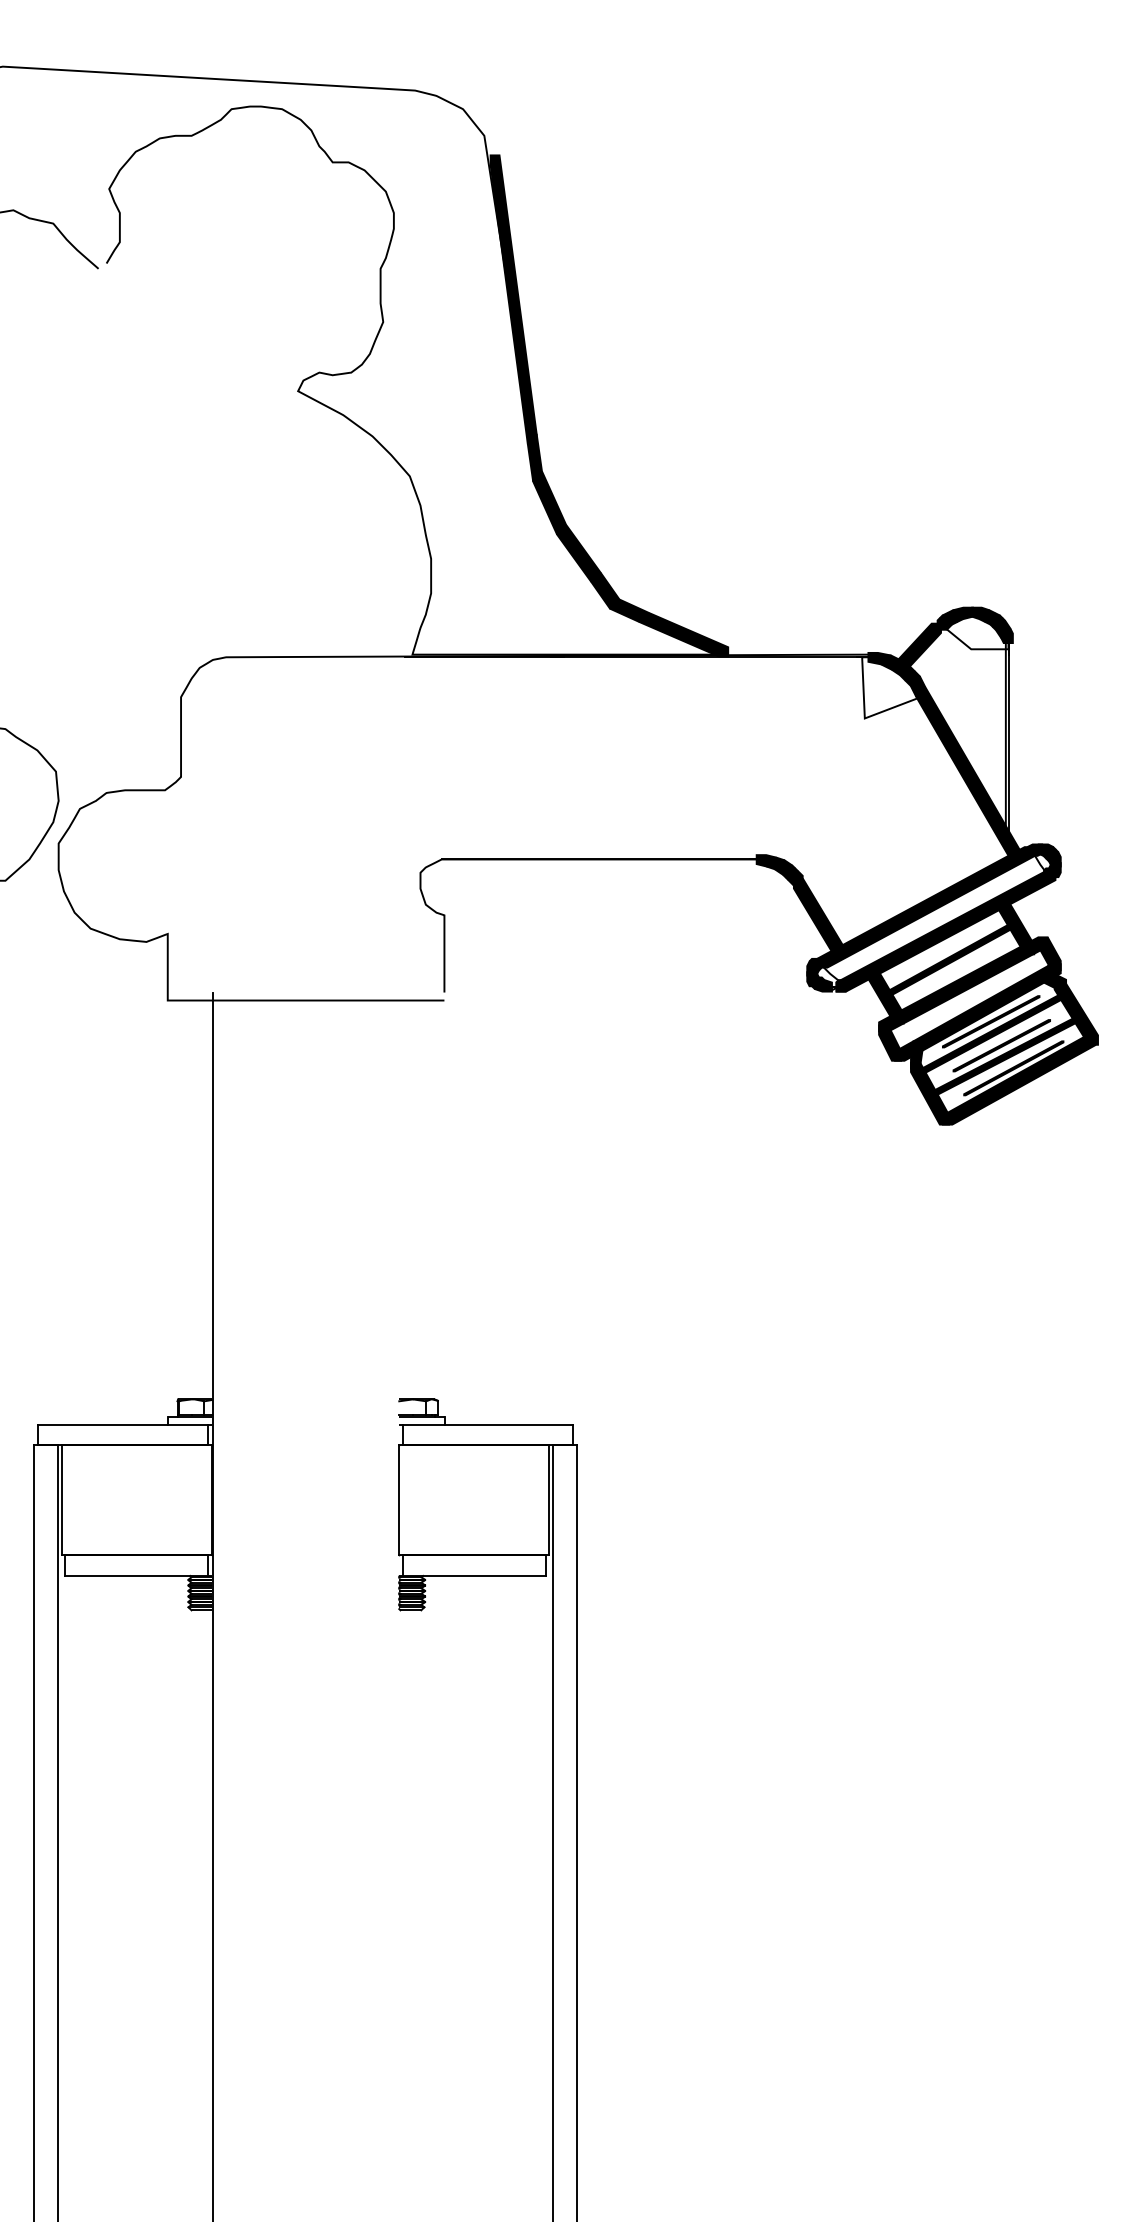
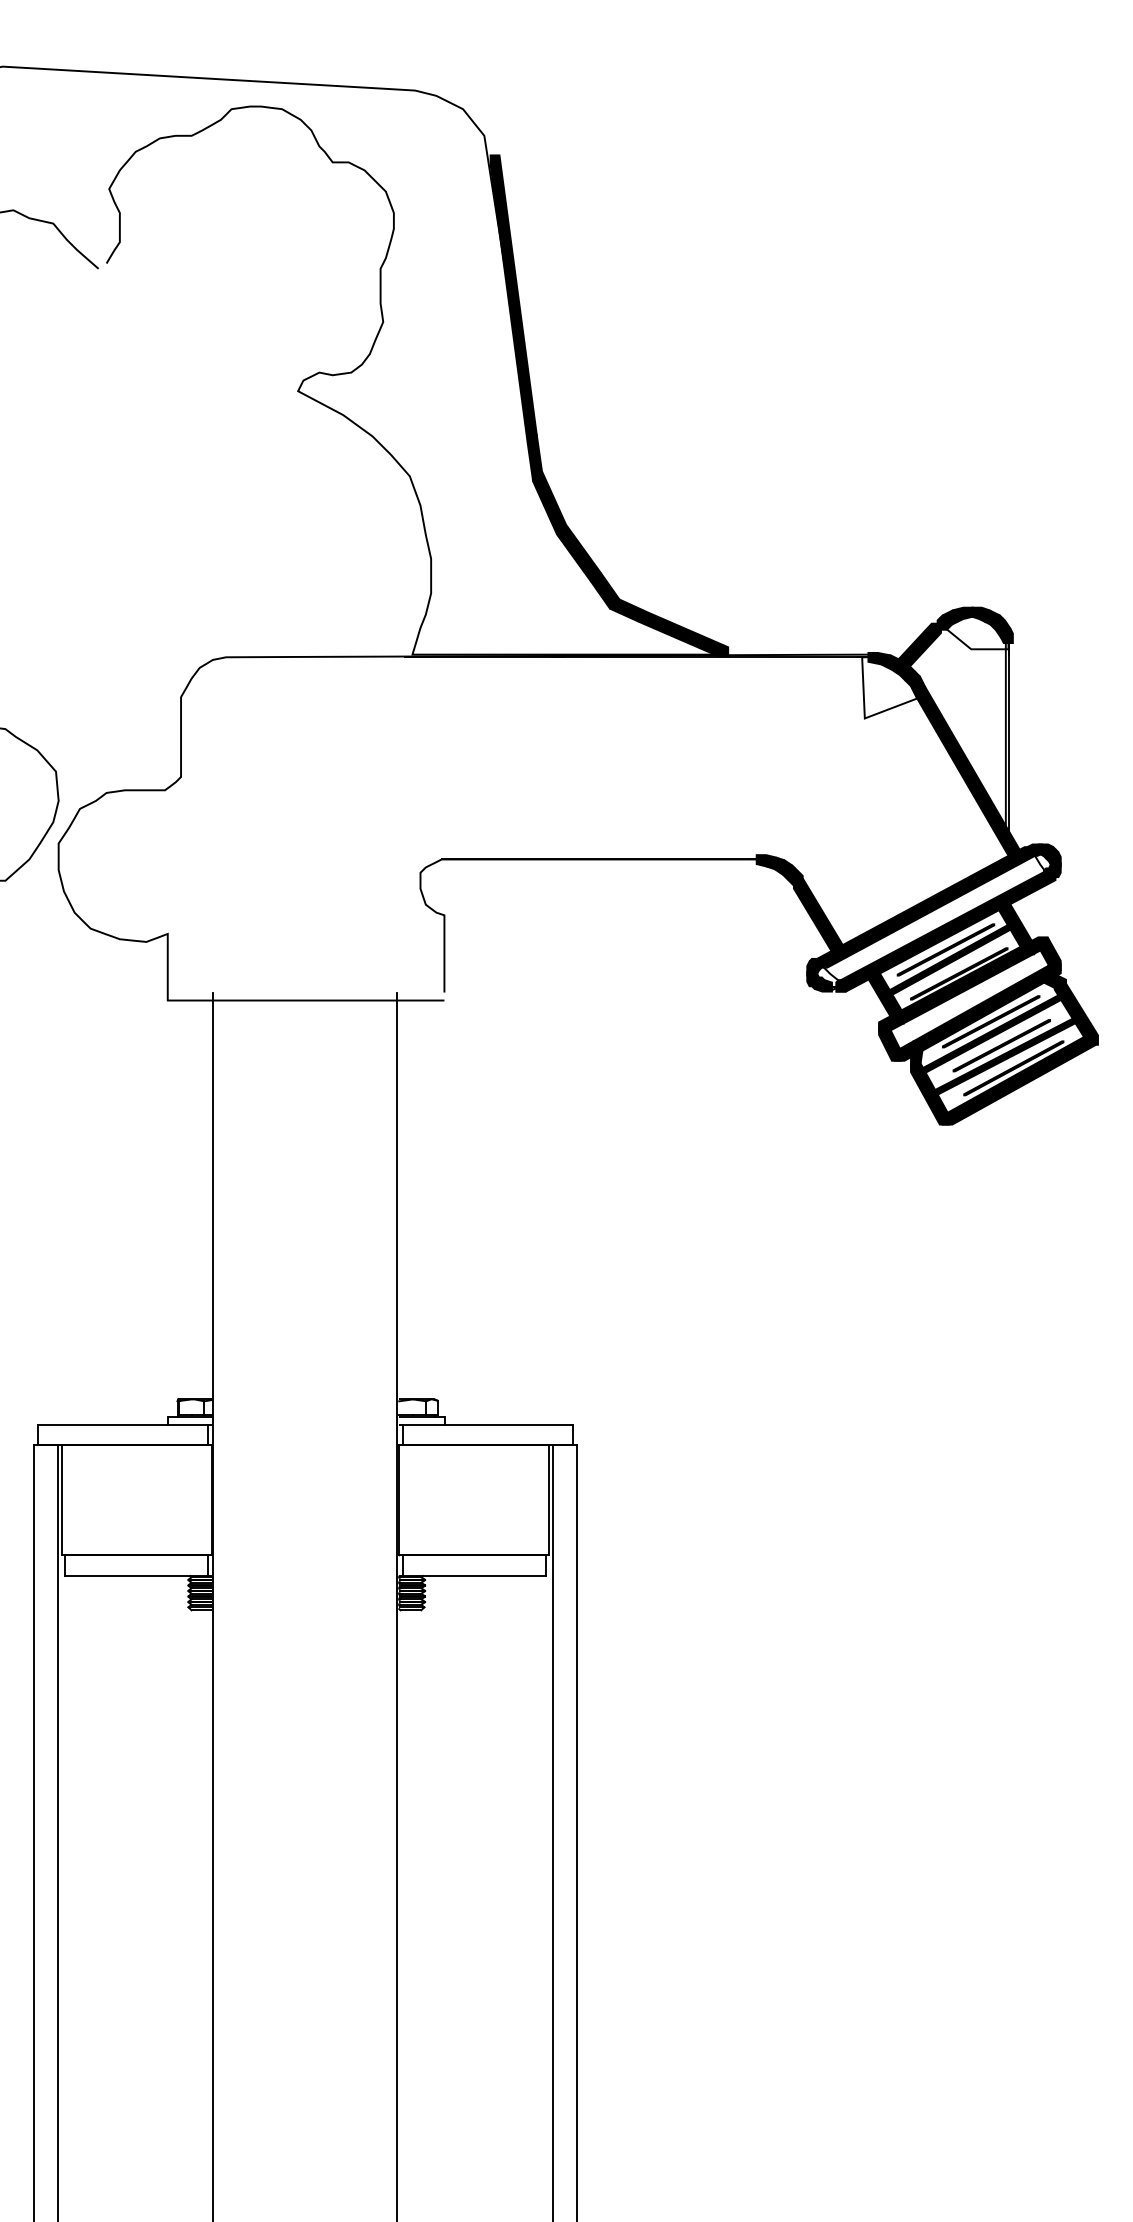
fill at (945, 949): none -> present
fill at (959, 973): none -> present
line at (396, 1605): none -> present
